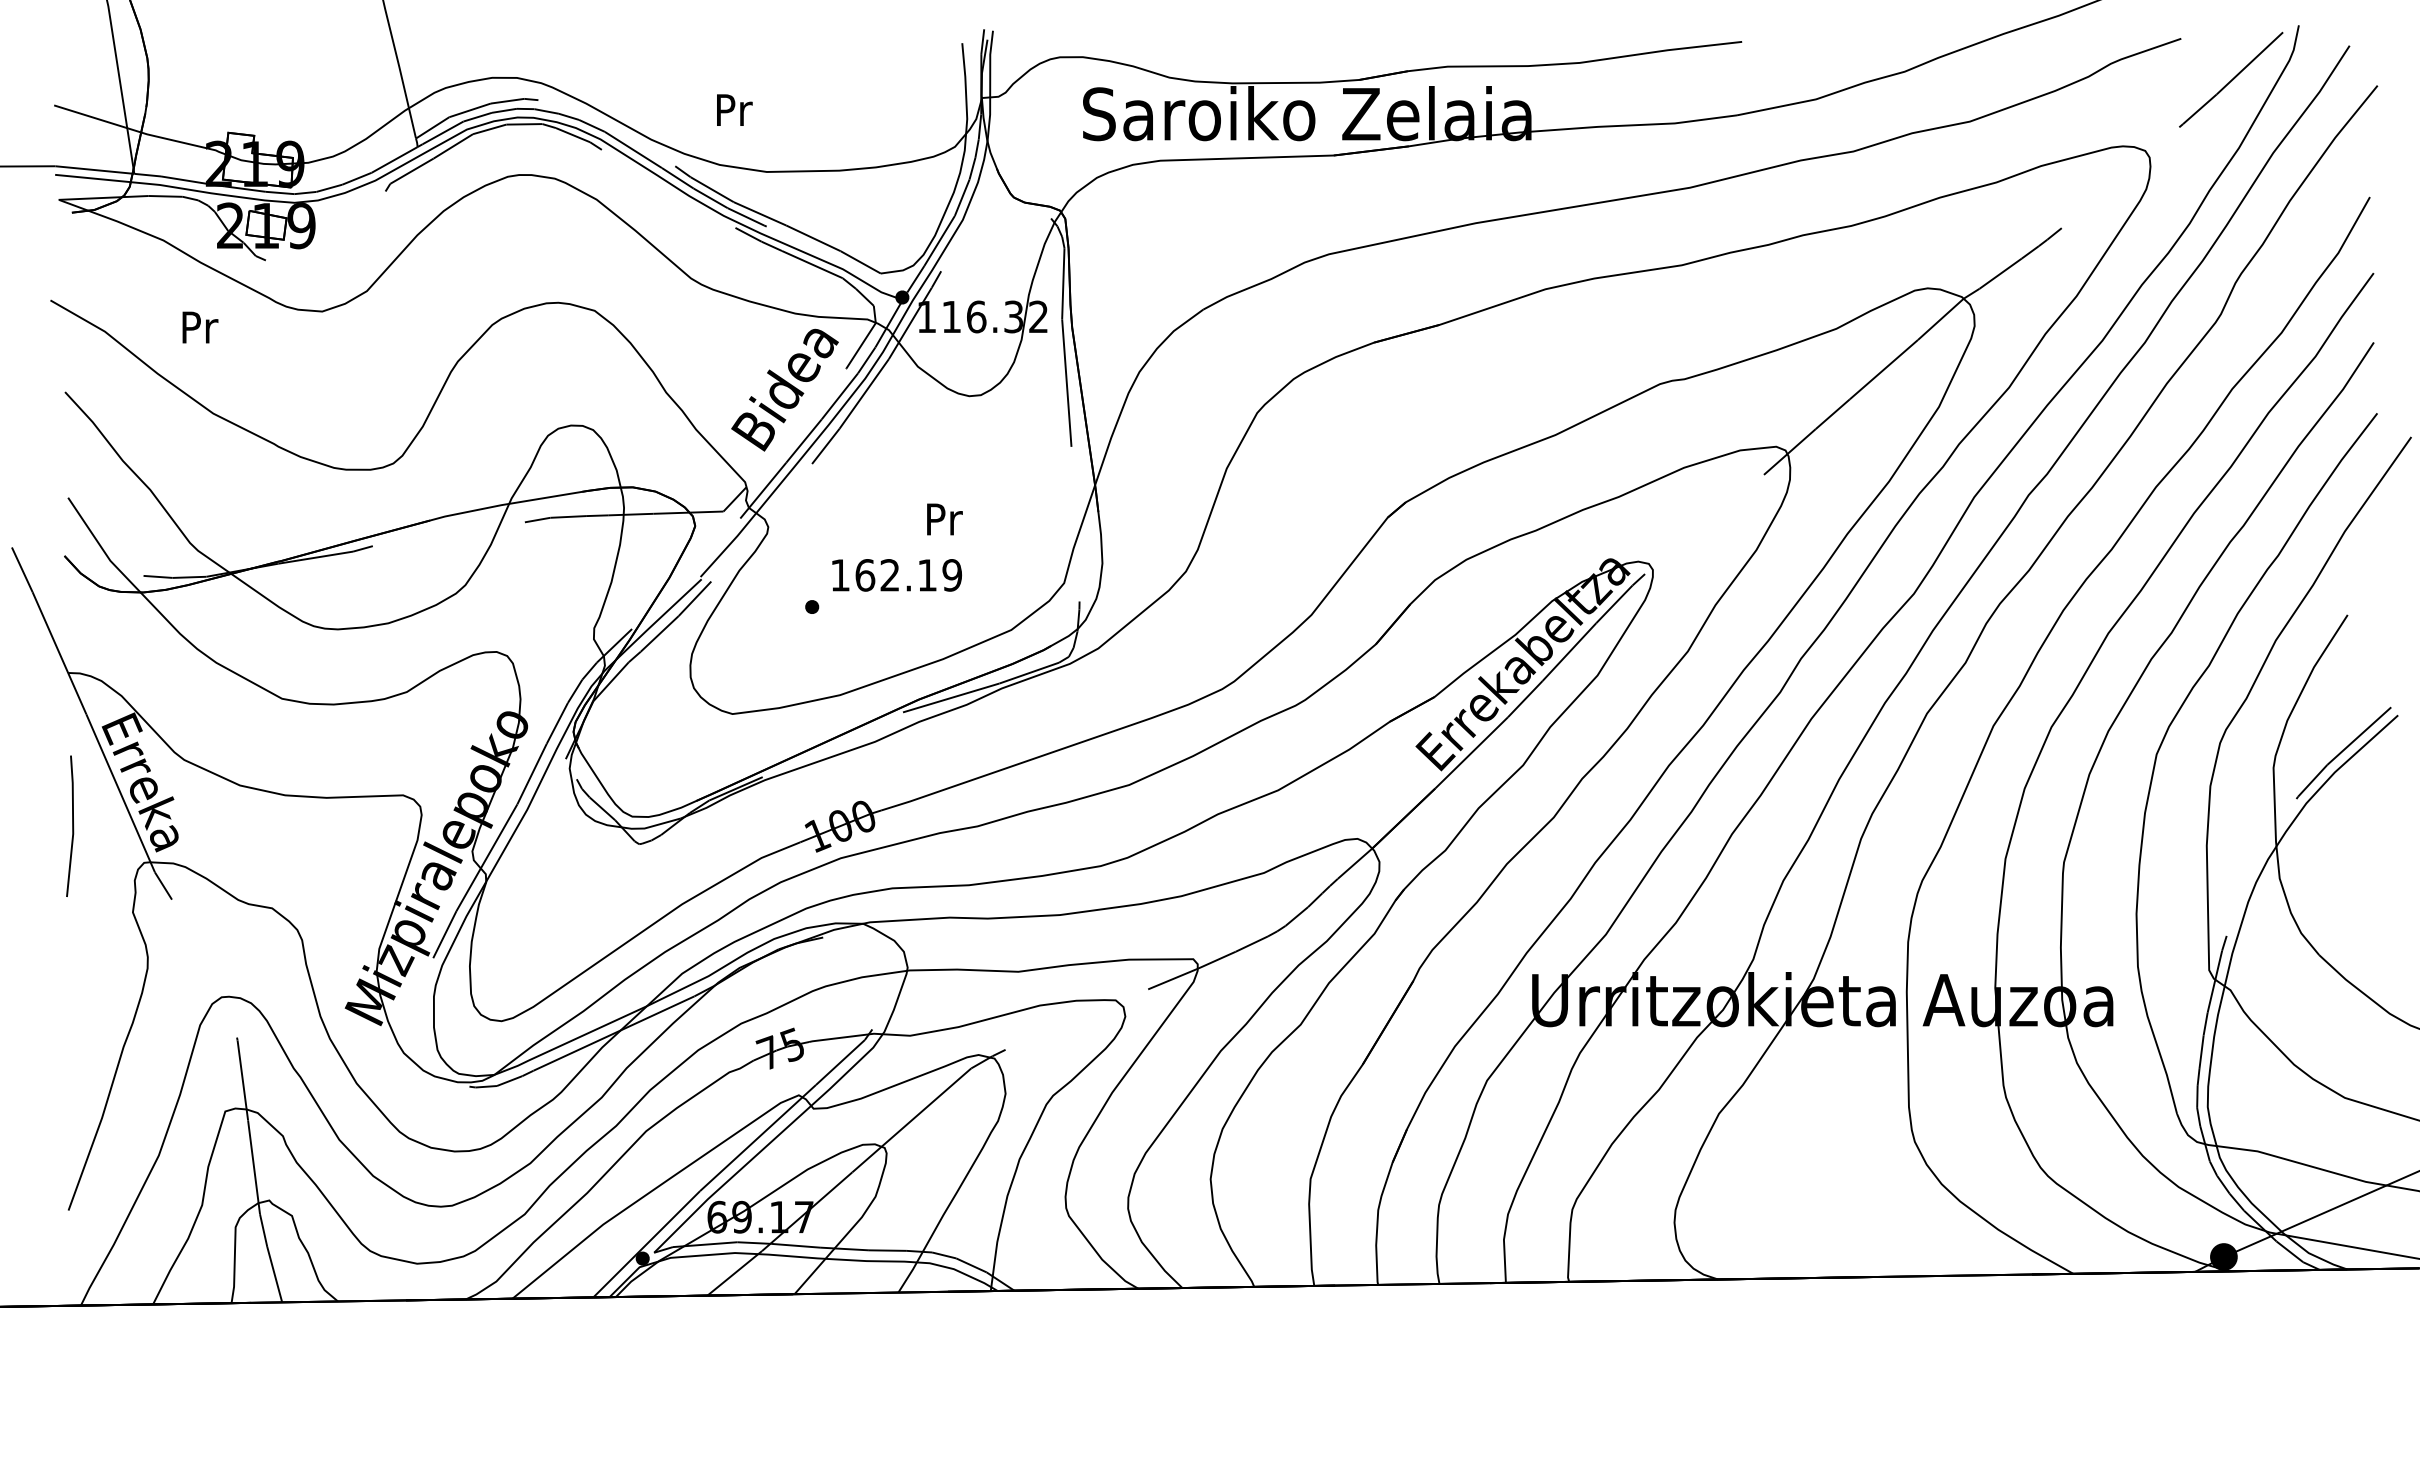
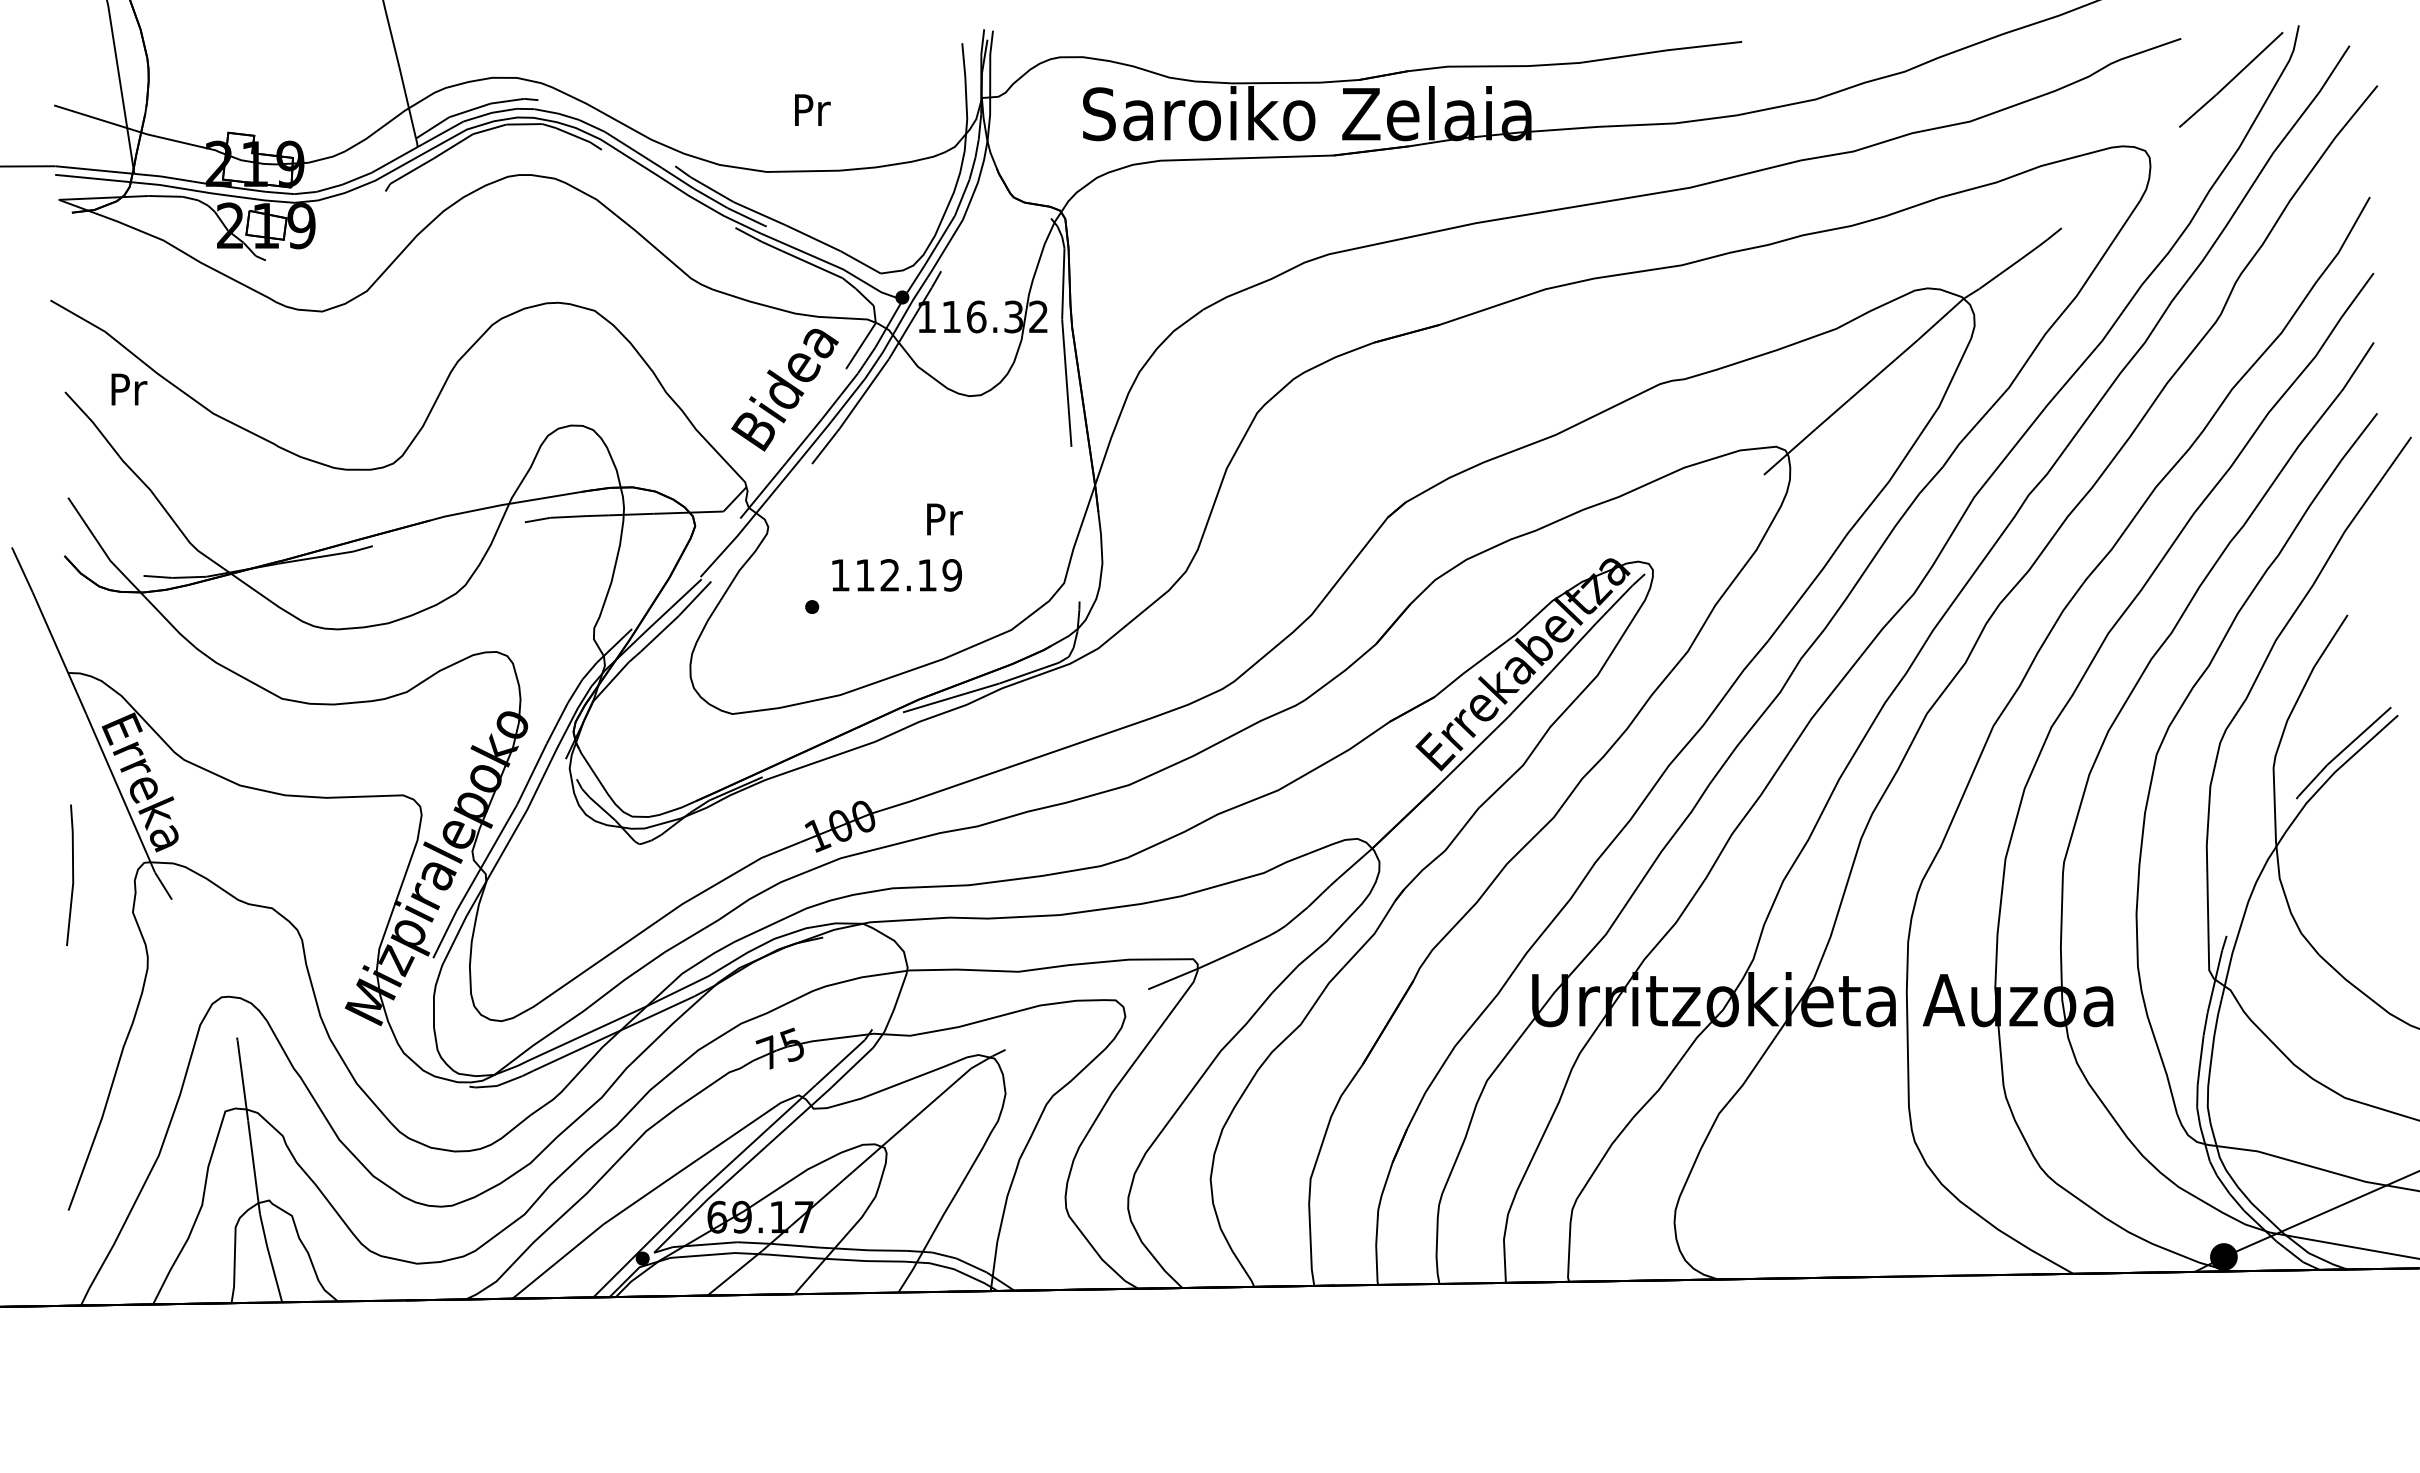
text at (734, 109) position: (734, 109) -> (812, 109)
text at (200, 327) position: (200, 327) -> (129, 389)
text at (865, 575): 162.19 -> 112.19
line at (72, 825) position: (72, 825) -> (72, 874)
